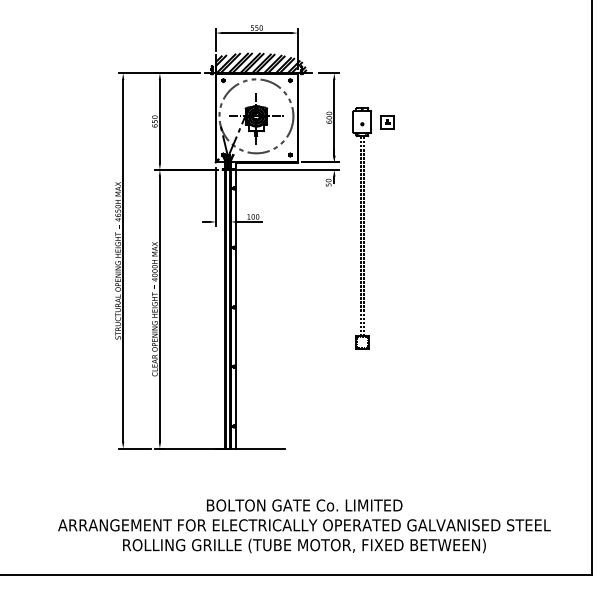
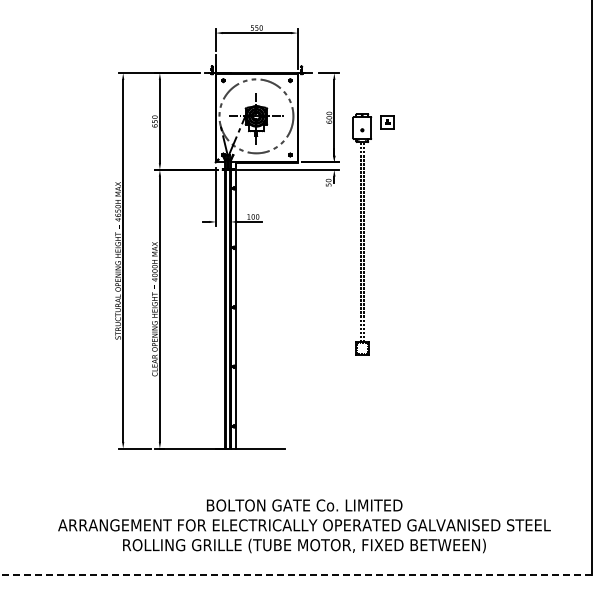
hatch at (260, 63): present -> none
part at (362, 228) position: (362, 228) -> (362, 234)
line at (295, 574): solid -> dashed
